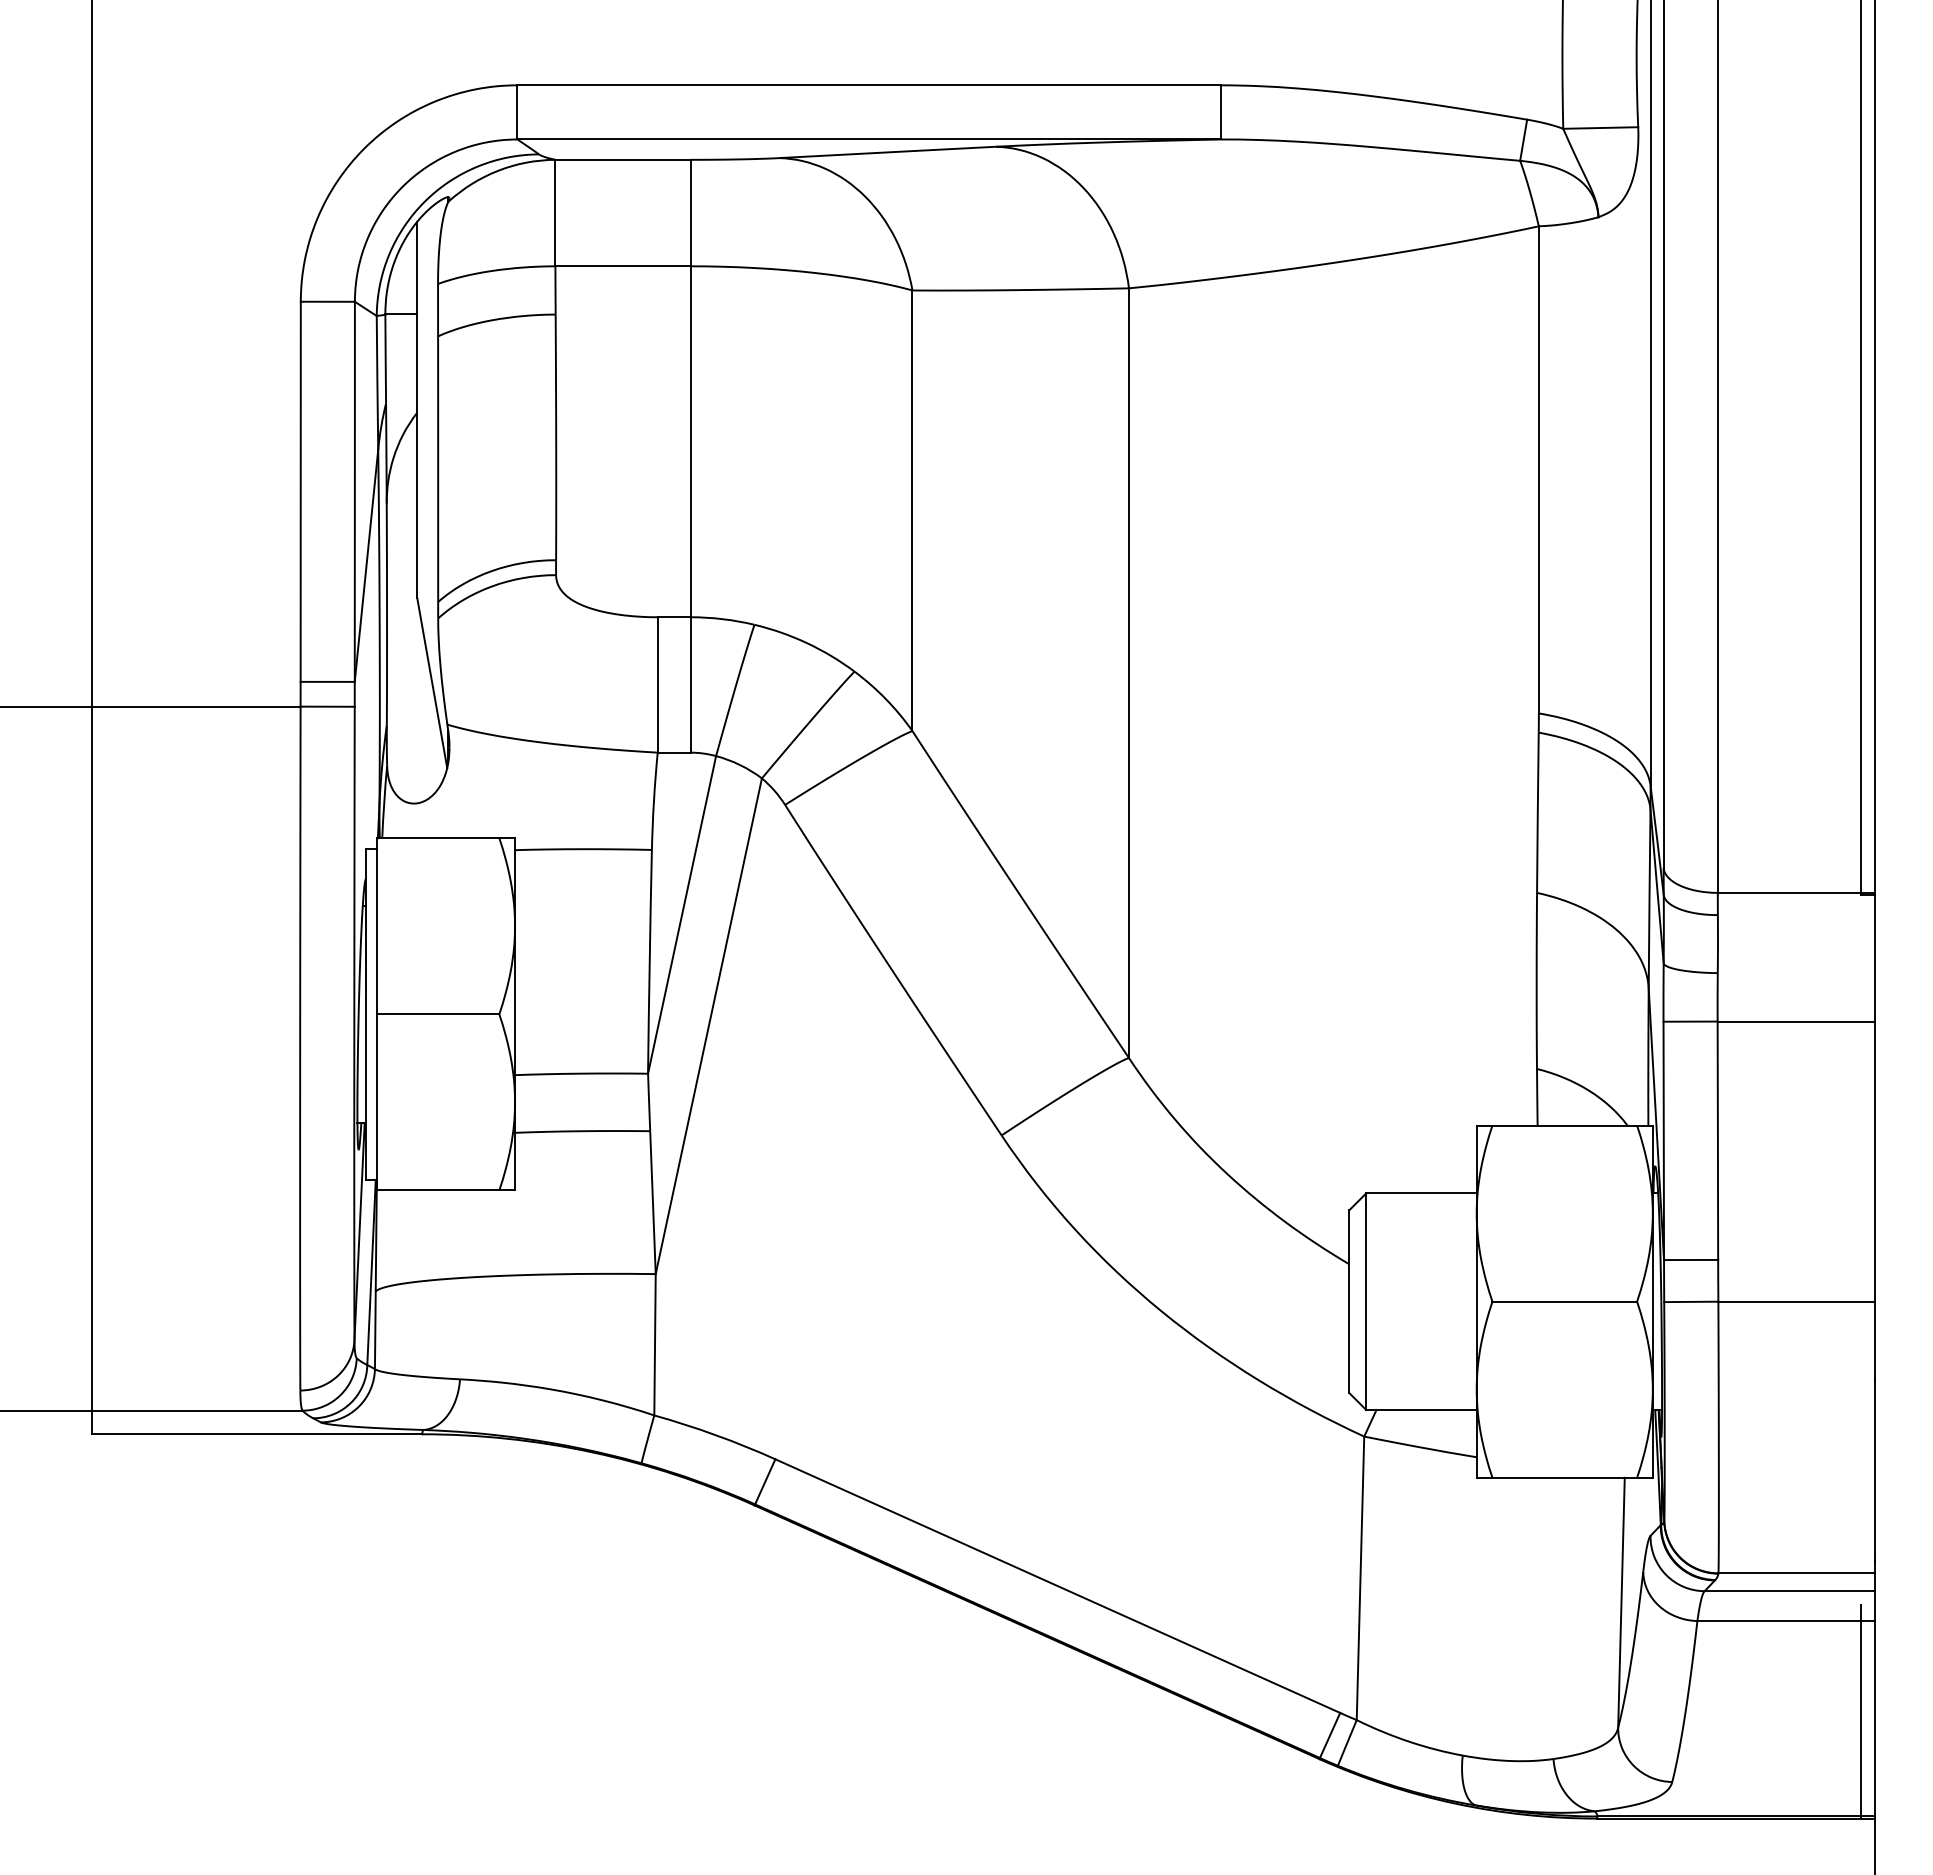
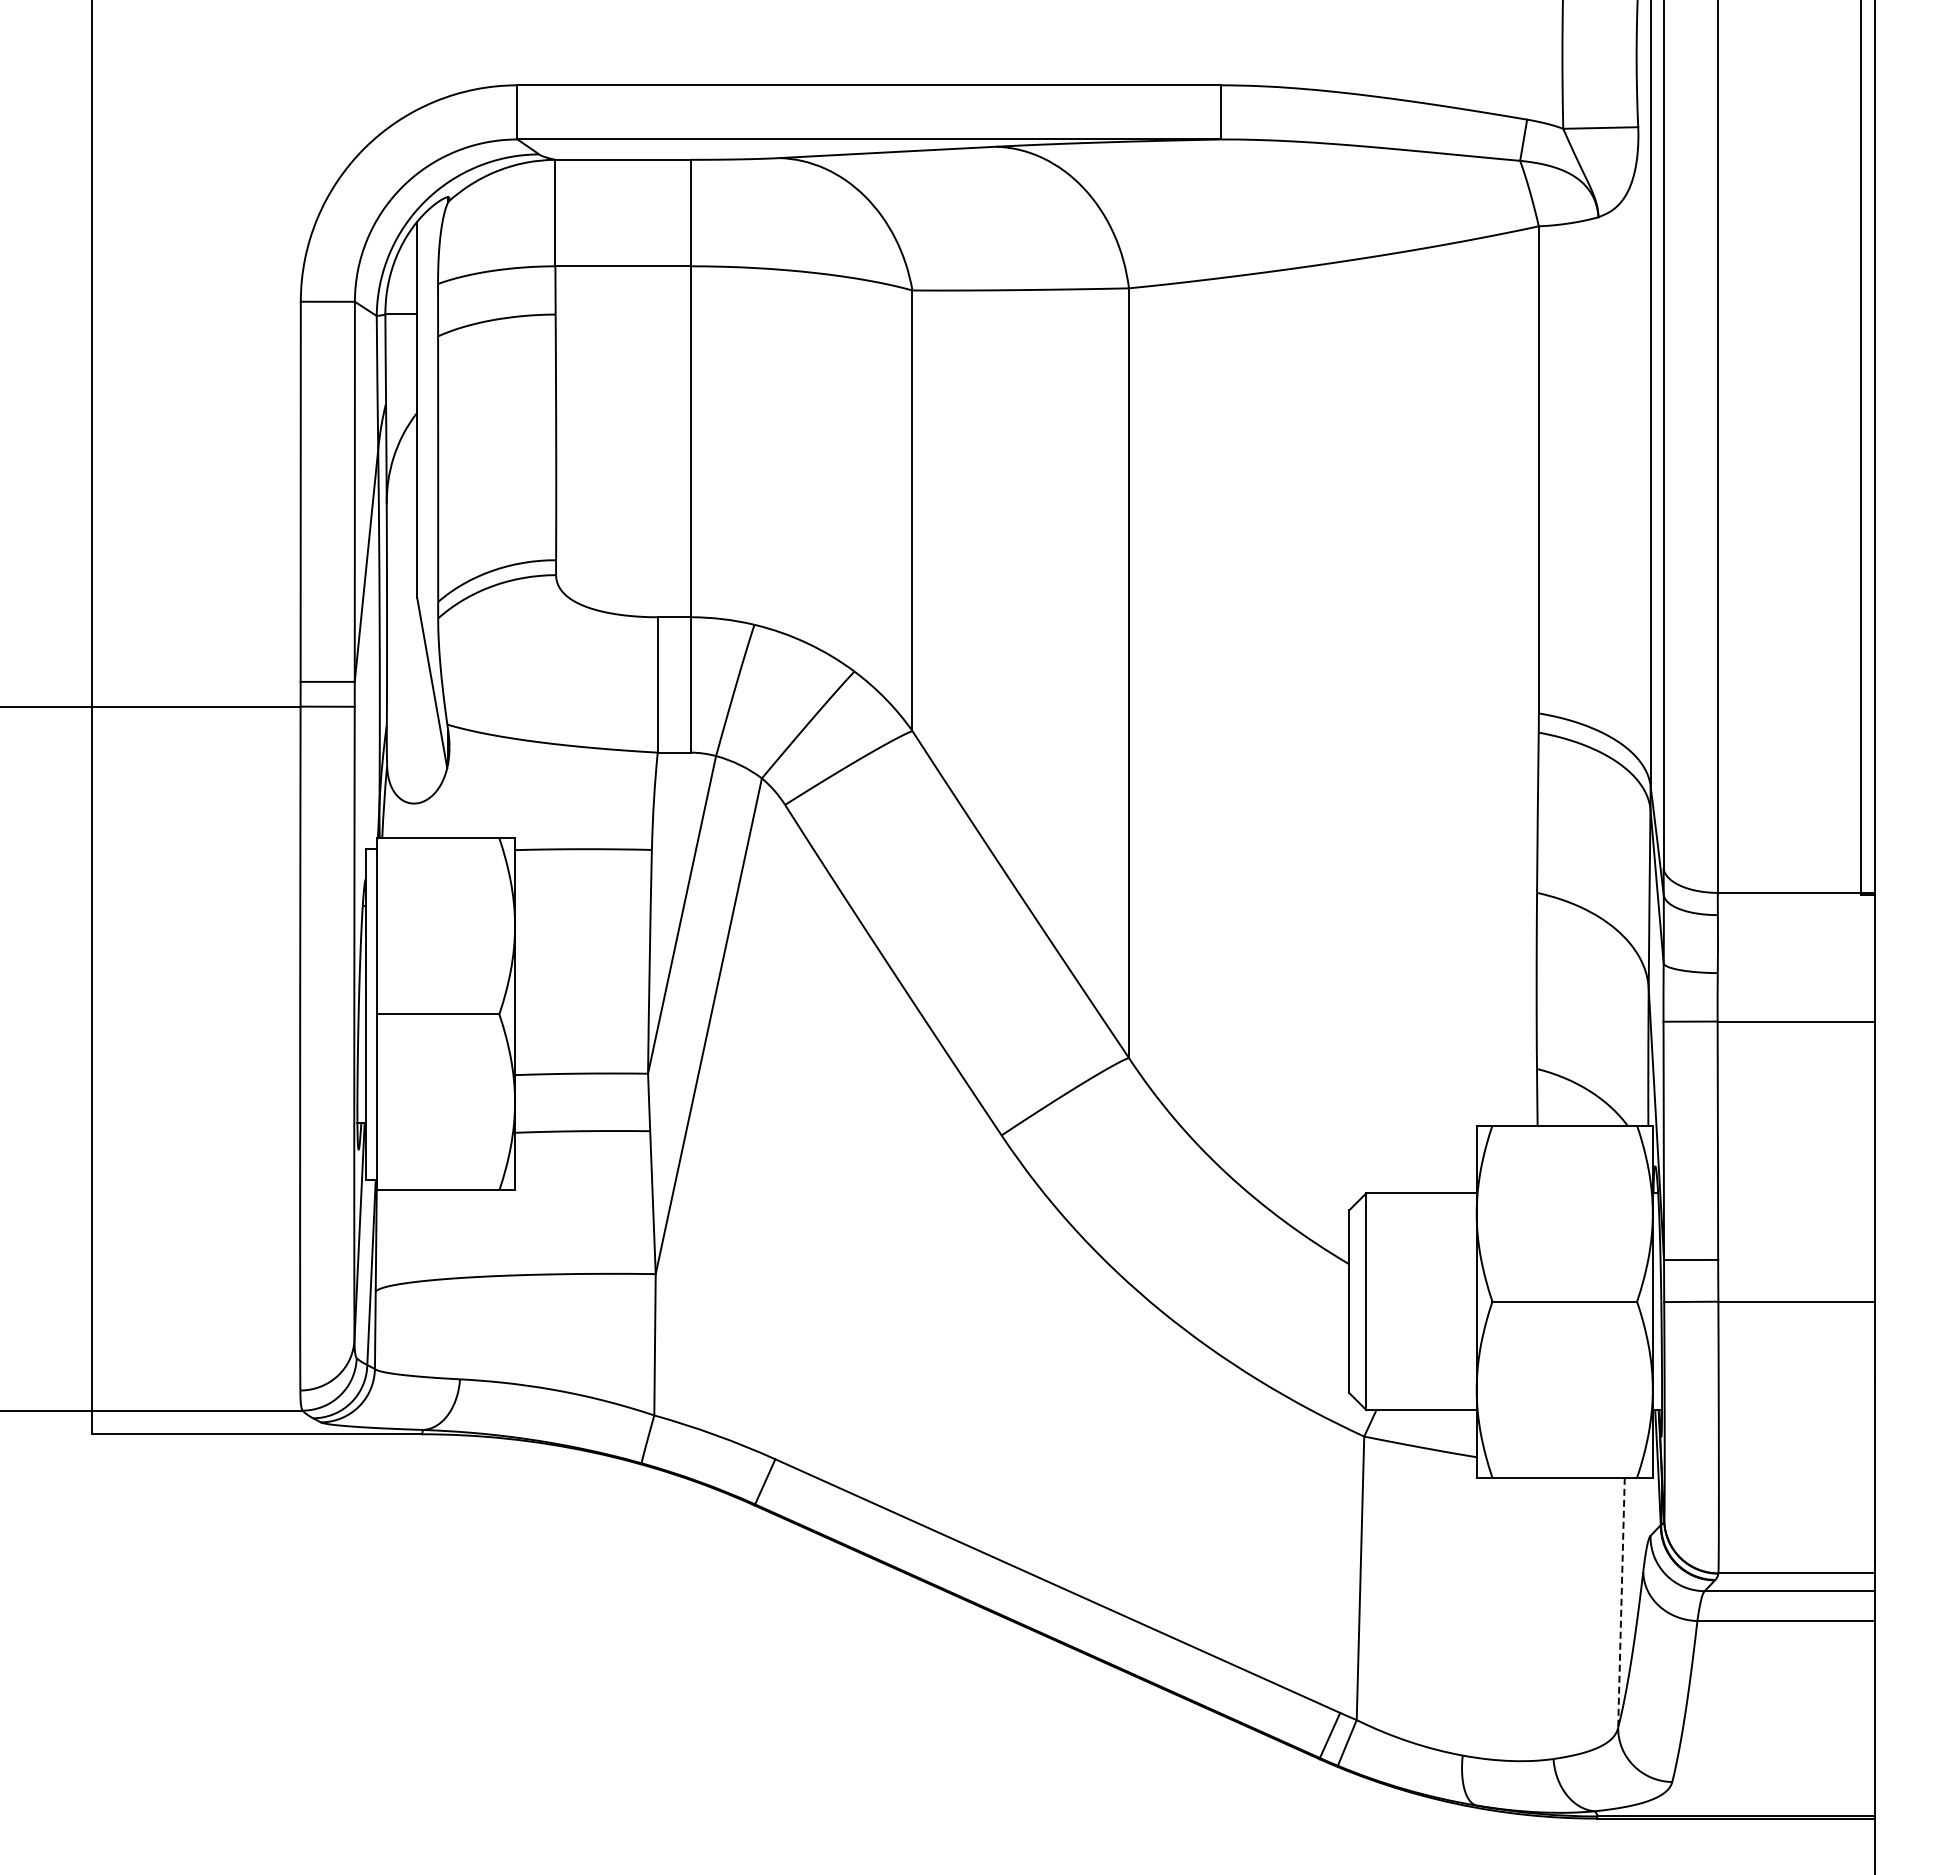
line at (1621, 1602): solid -> dashed
line at (1861, 1711): present -> none
